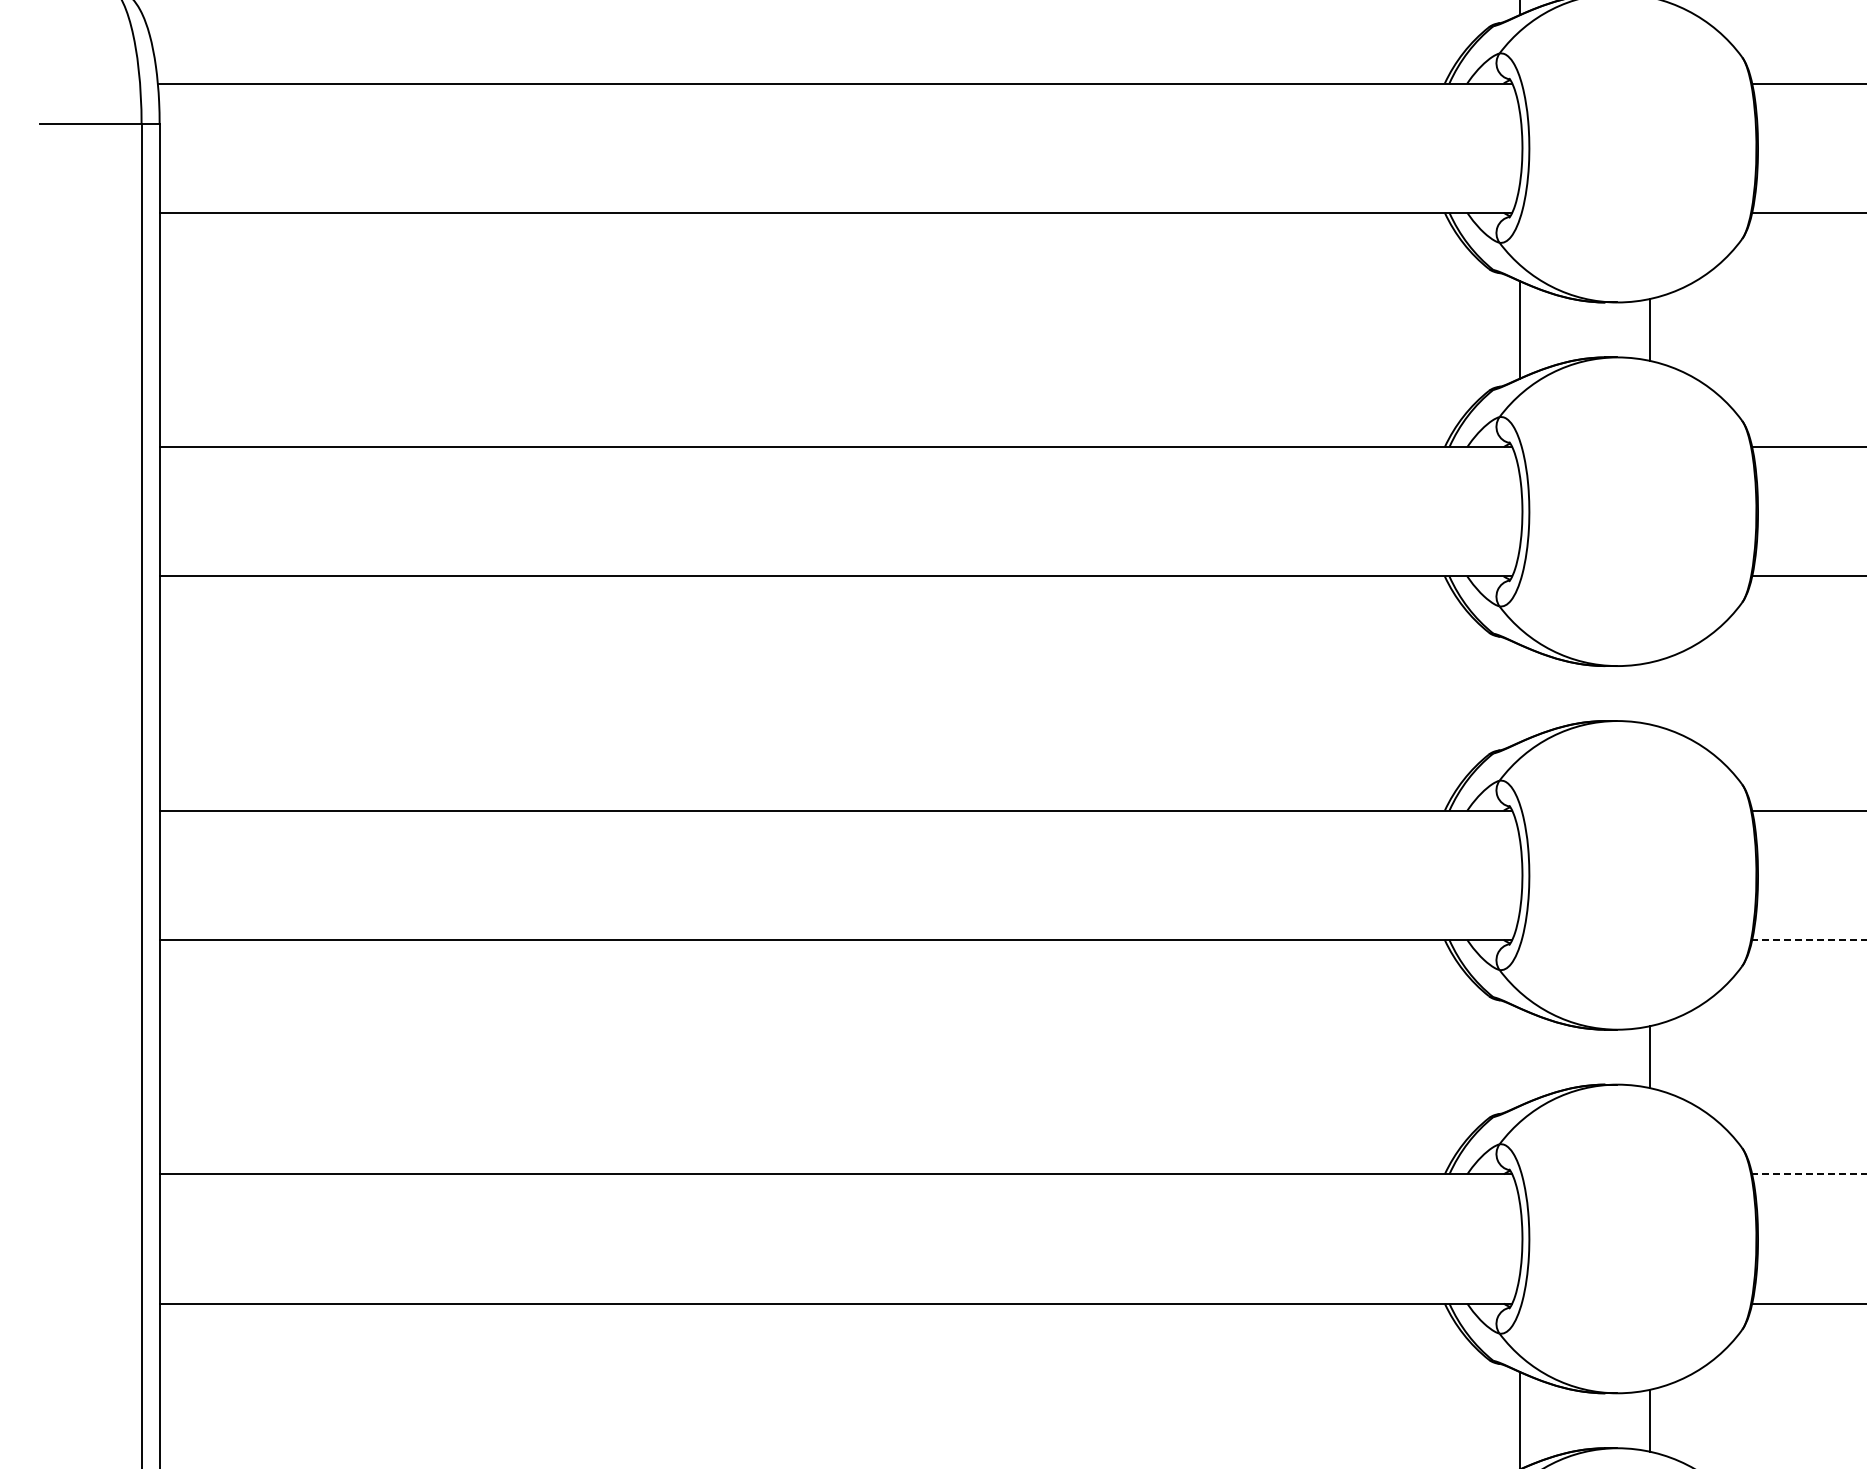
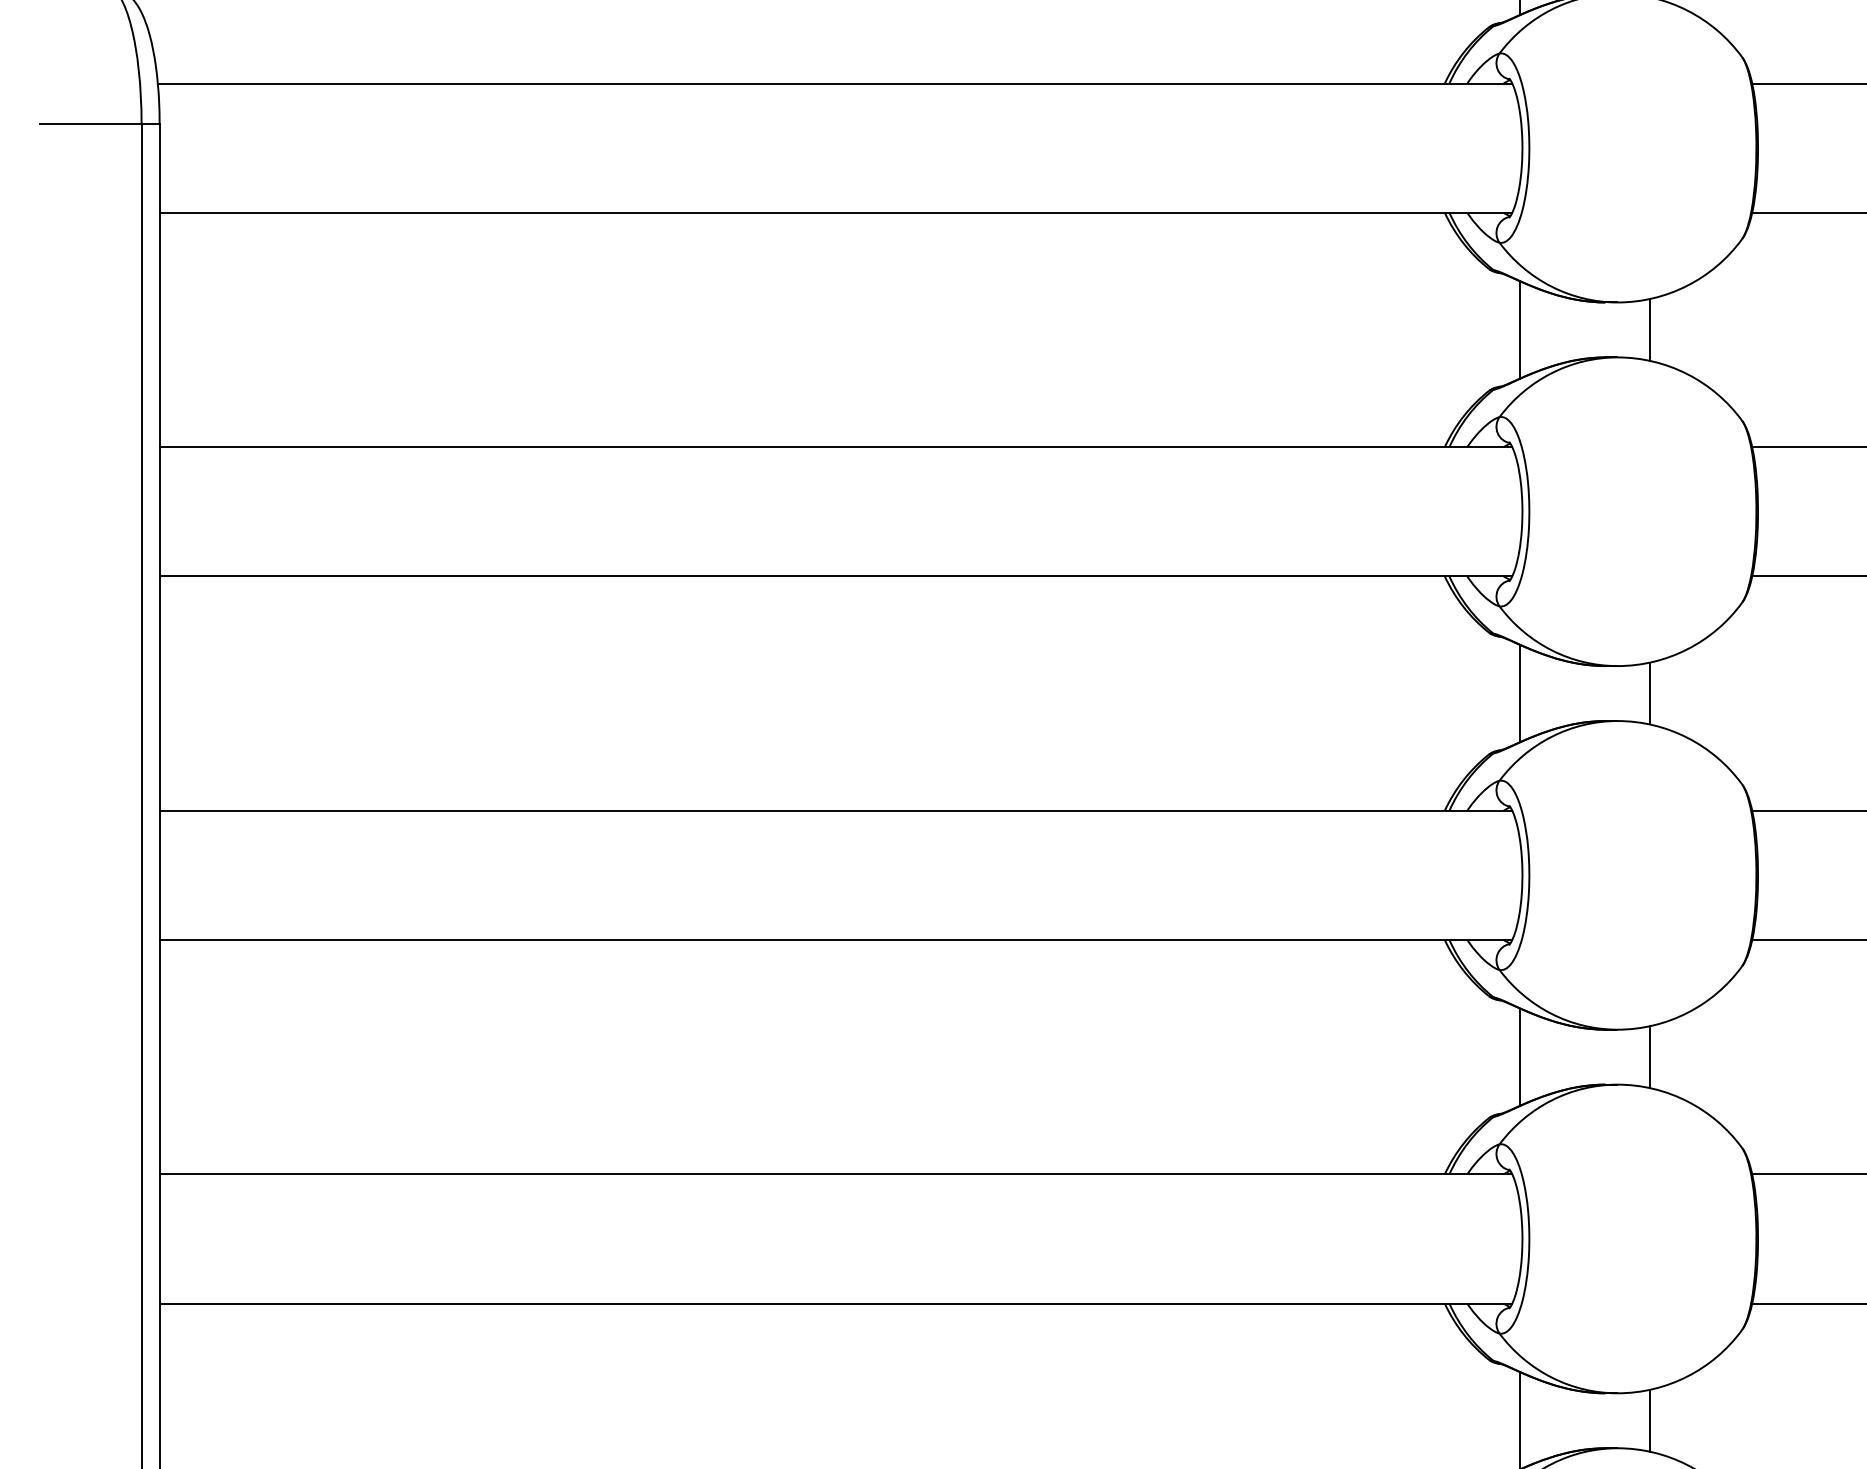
line at (1520, 693): none -> present
line at (1649, 693): none -> present
line at (1809, 940): dashed -> solid
line at (1520, 1056): none -> present
line at (1809, 1174): dashed -> solid
